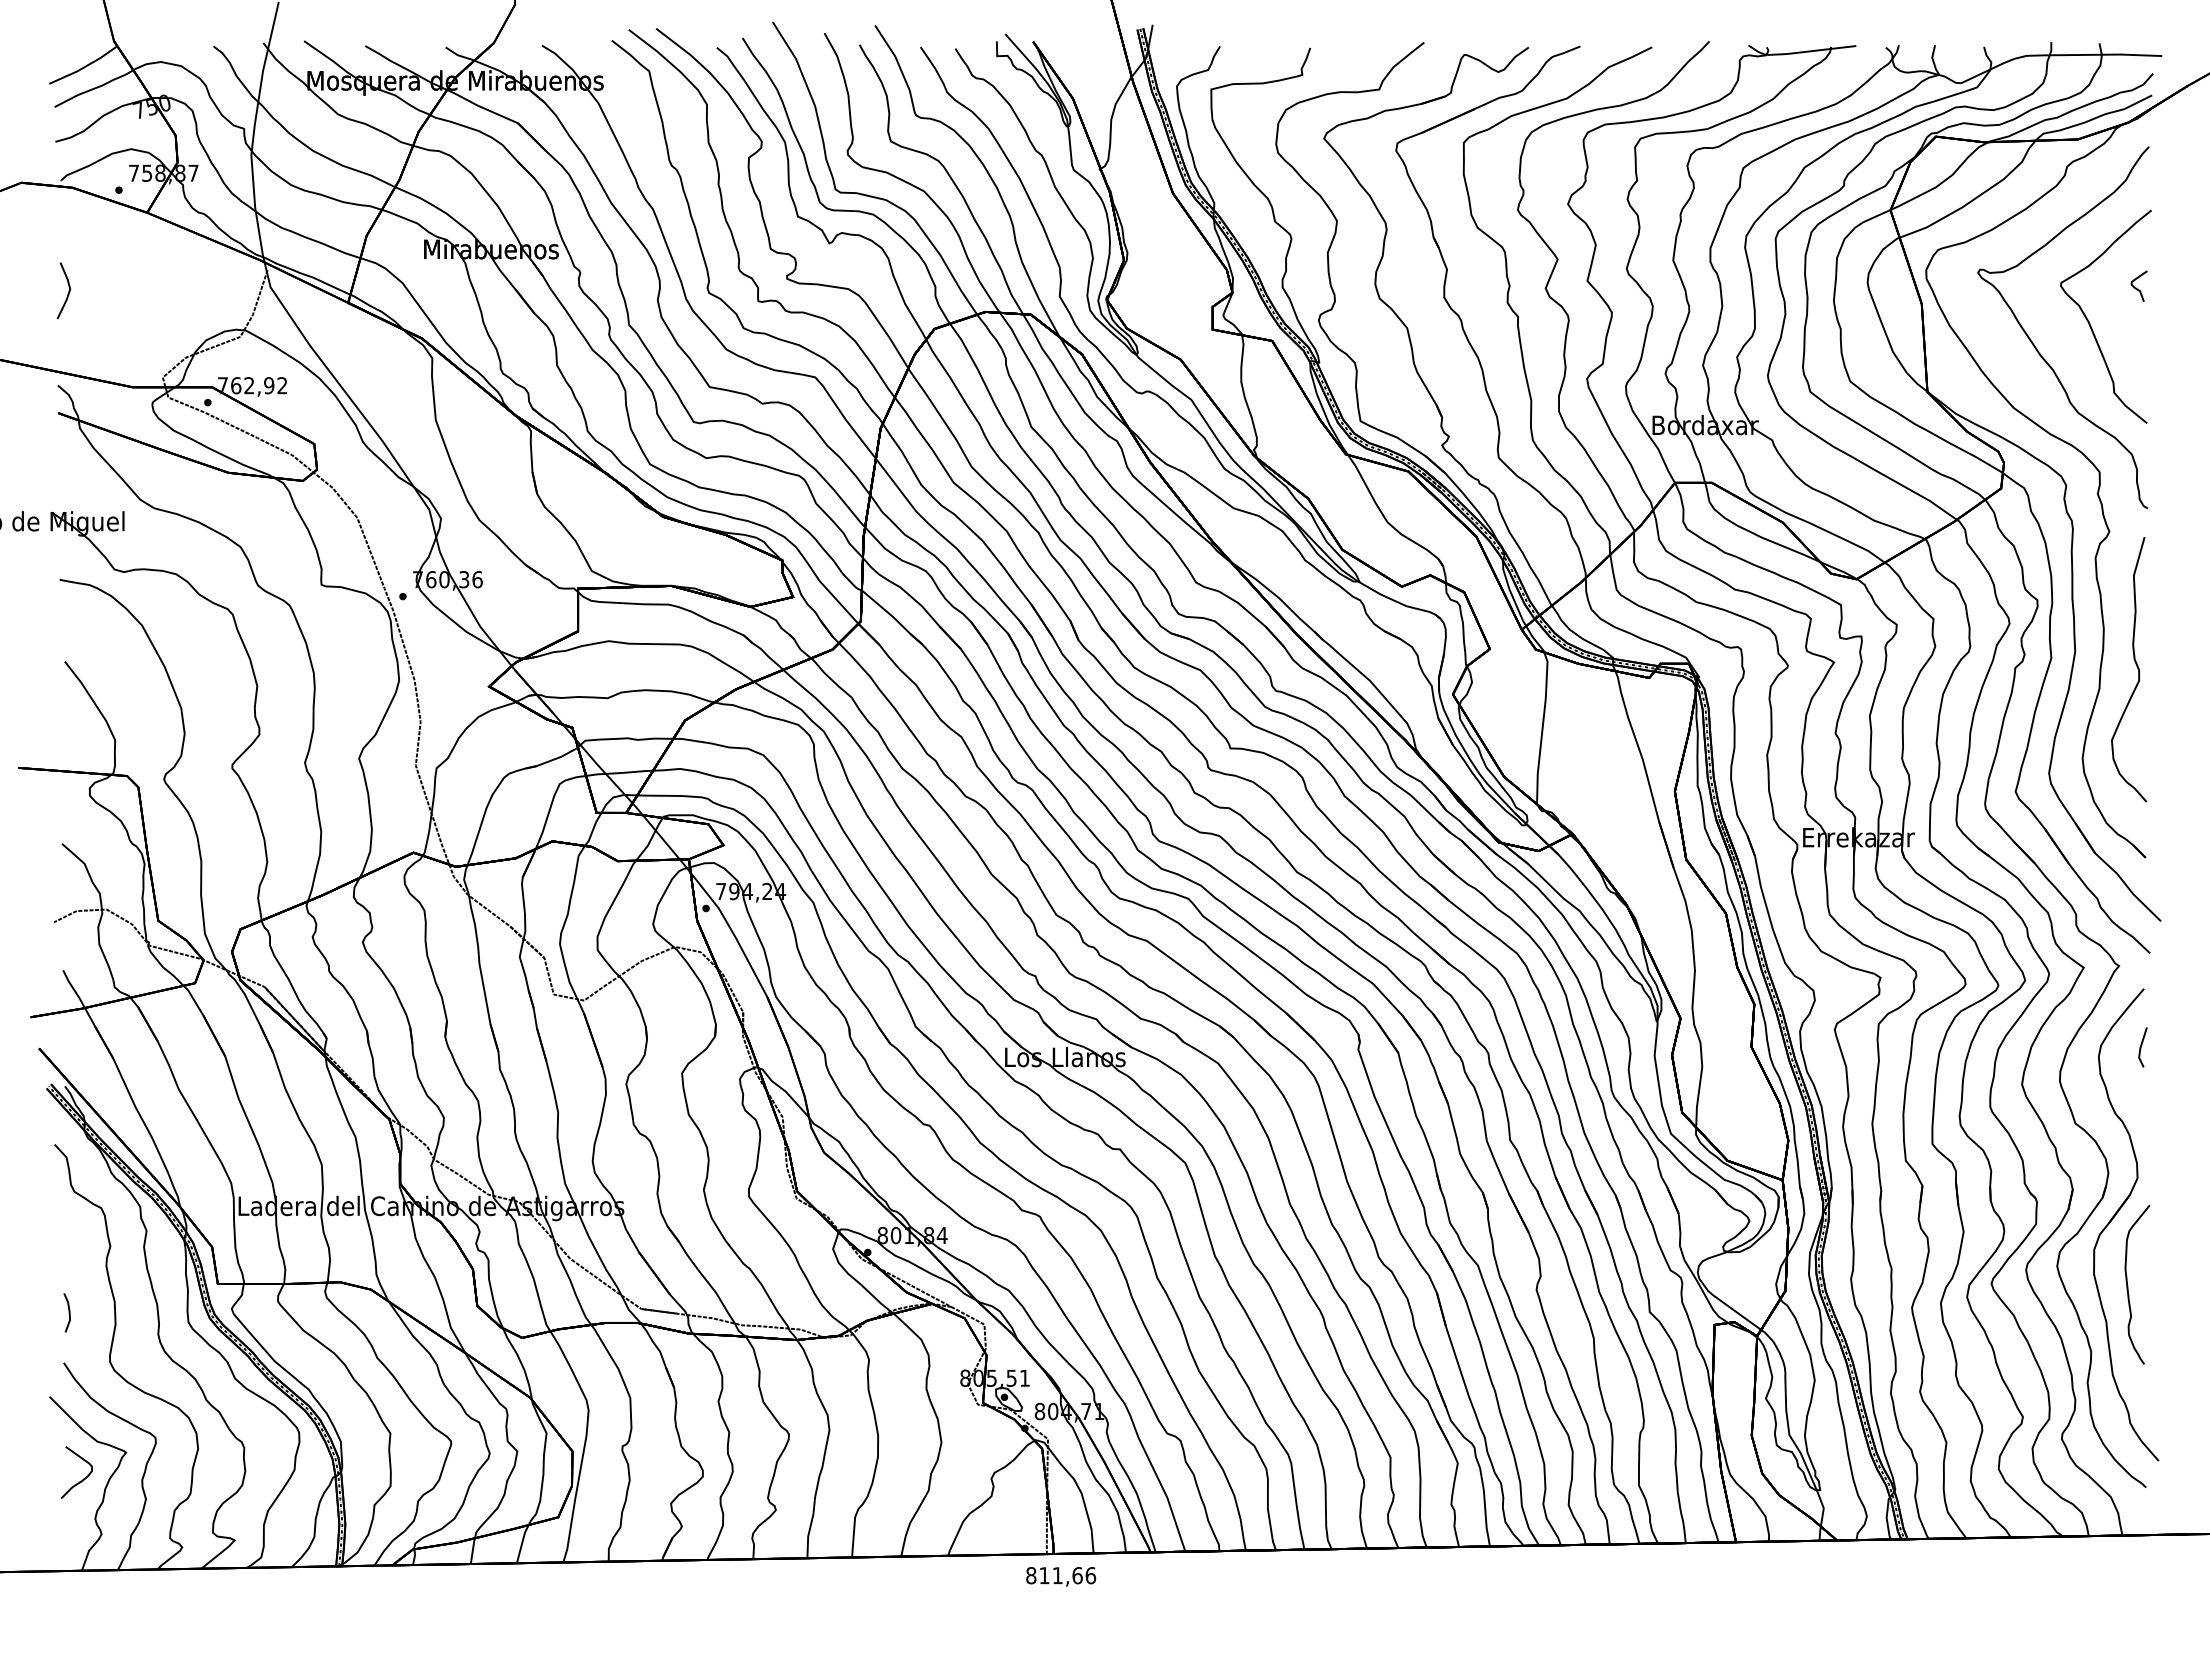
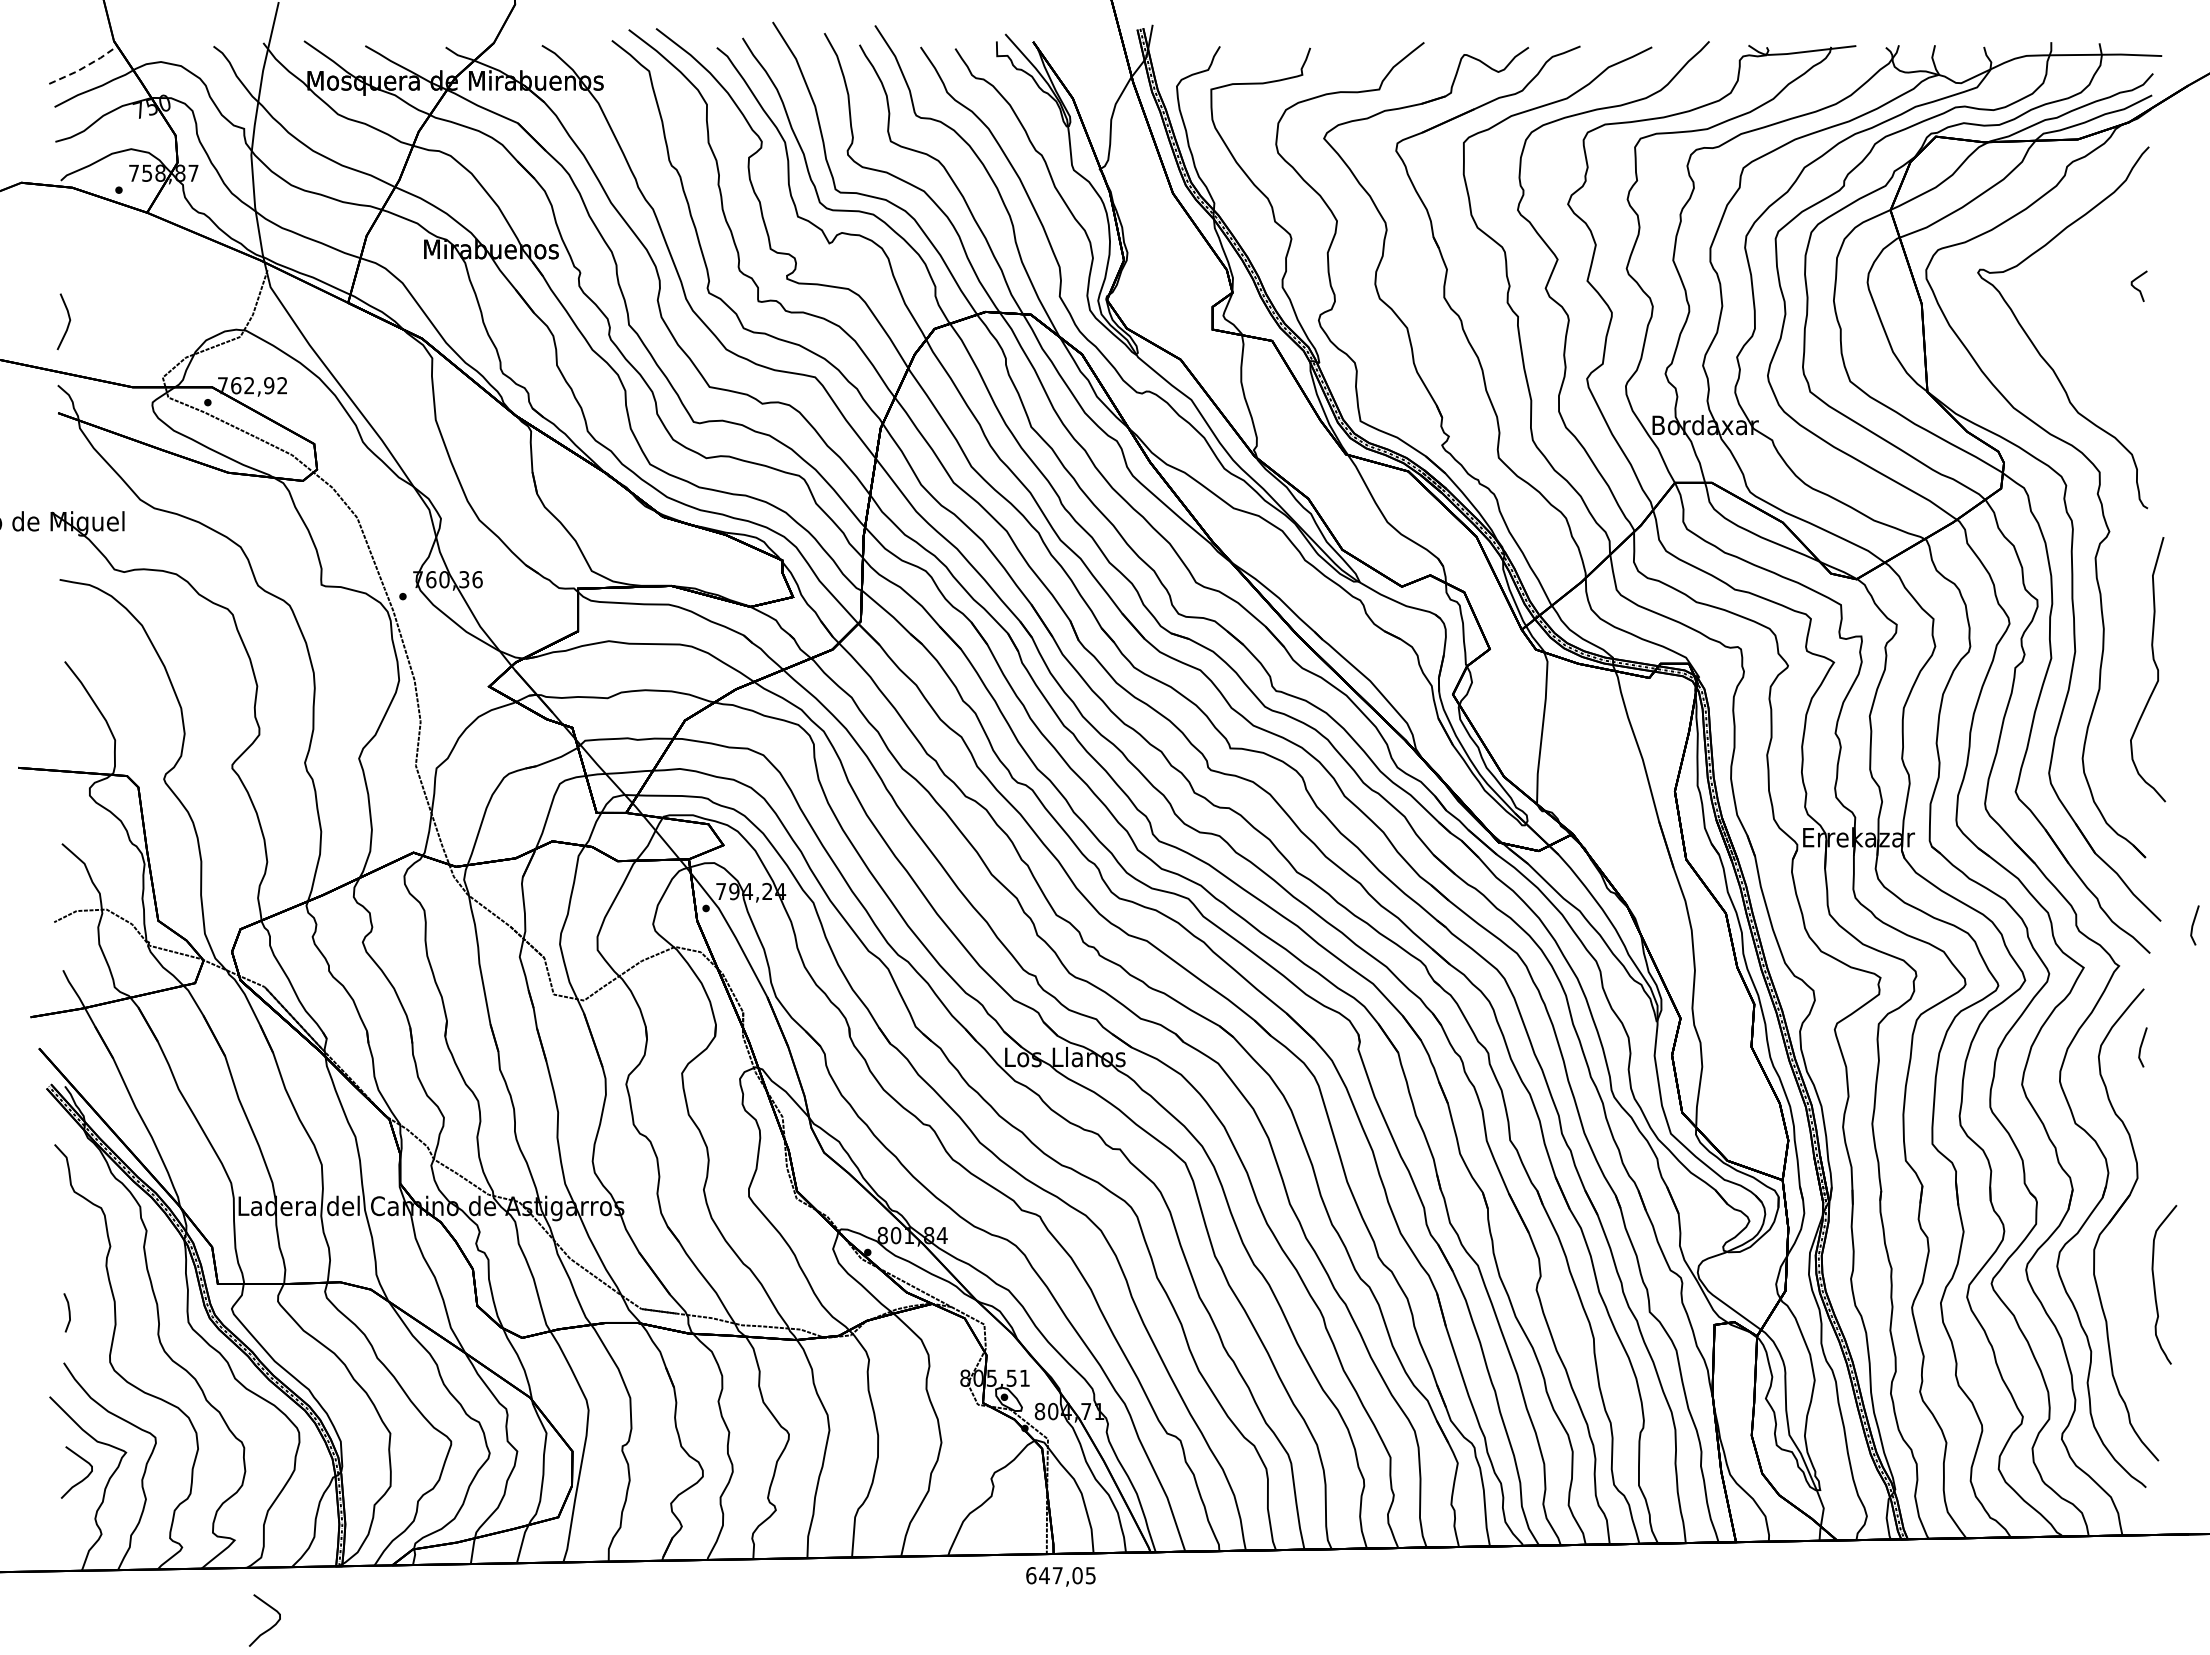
line at (85, 66): solid -> dashed
line at (68, 290) position: (68, 290) -> (68, 321)
curve at (2090, 323): present -> none
curve at (2136, 666) position: (2136, 666) -> (2155, 666)
line at (2193, 925): none -> present
curve at (2128, 1285) position: (2128, 1285) -> (2155, 1285)
text at (1061, 1575): 811,66 -> 647,05
curve at (271, 1626): none -> present
